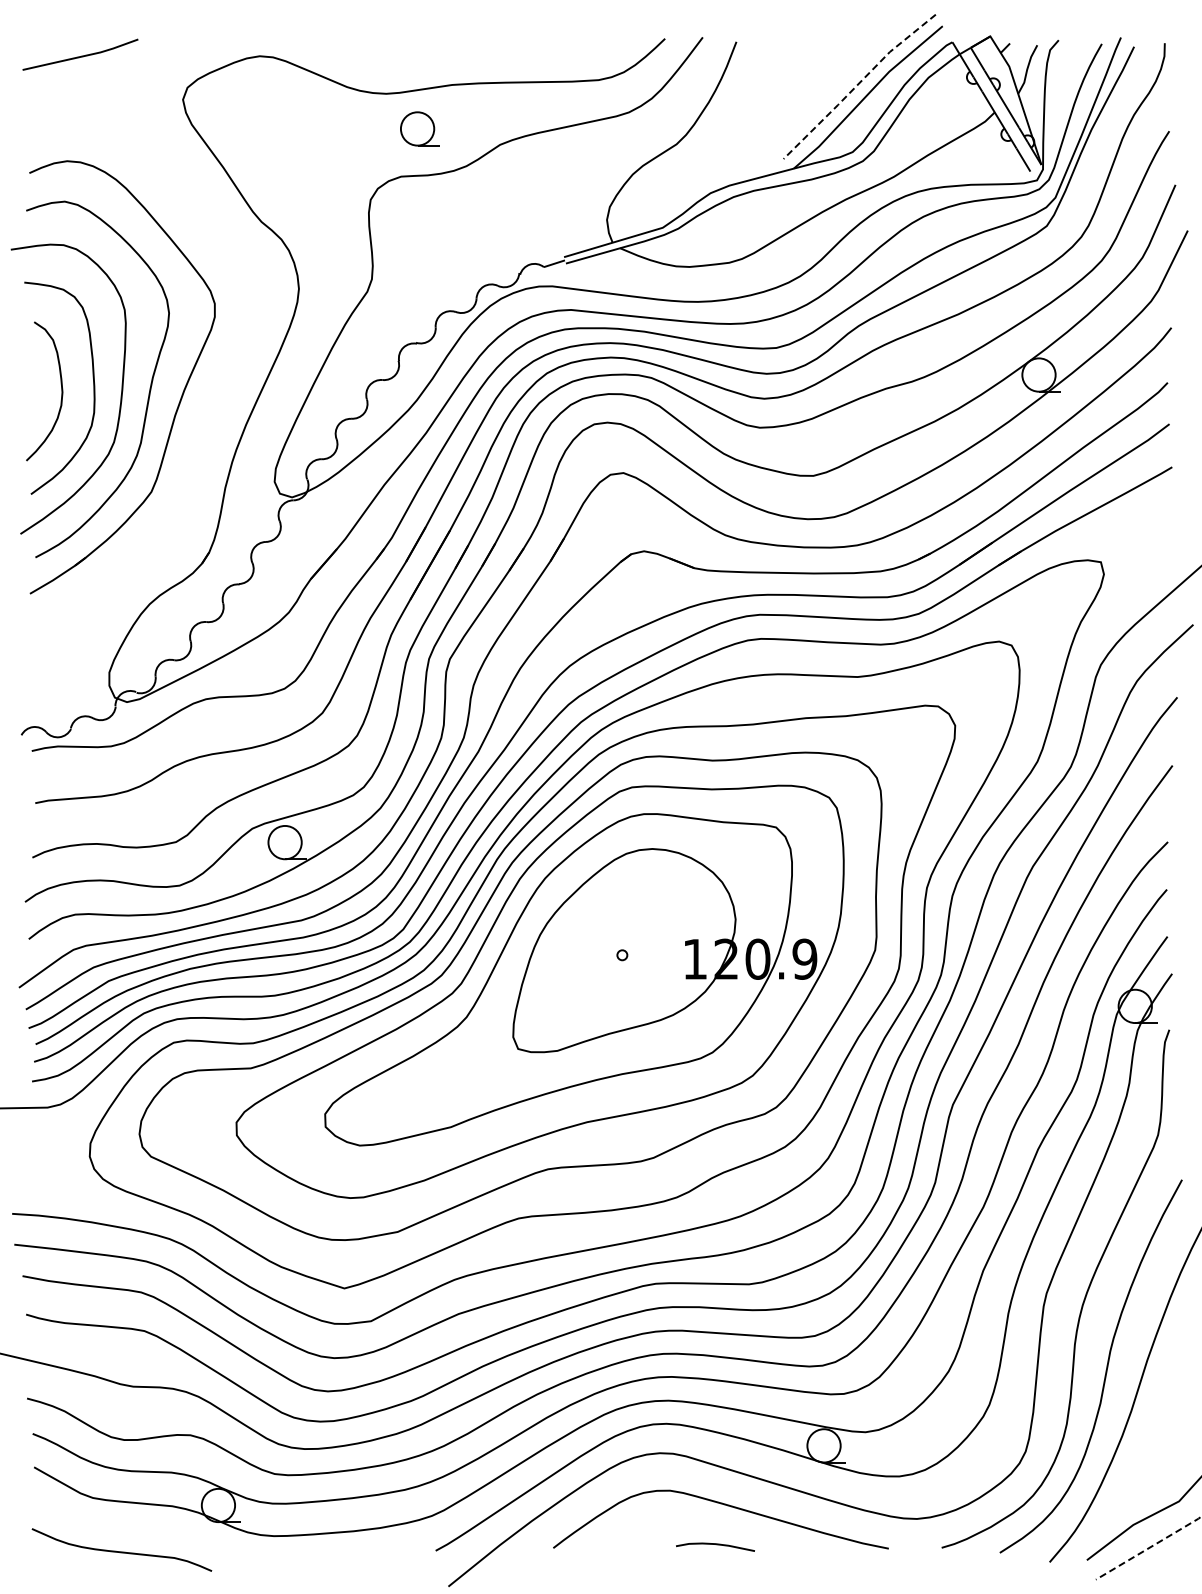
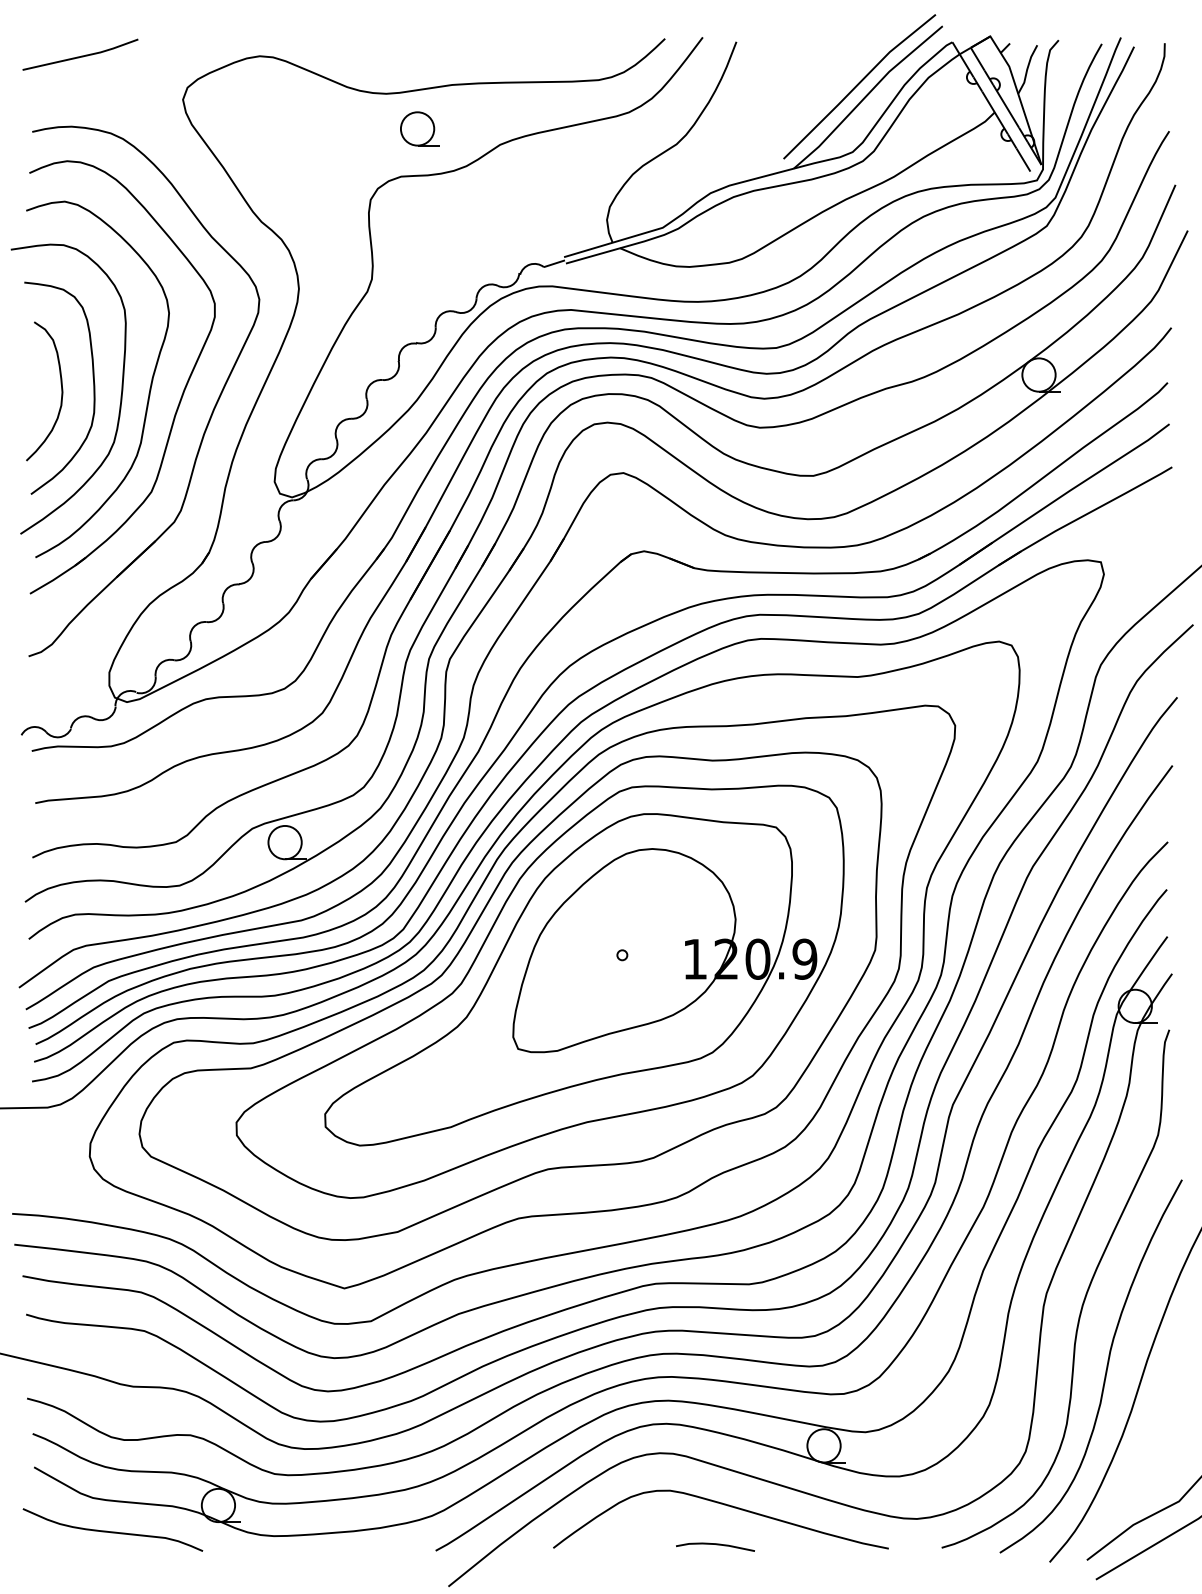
line at (858, 84): dashed -> solid
part at (209, 417): none -> present
line at (1148, 1548): dashed -> solid
curve at (121, 1551) position: (121, 1551) -> (112, 1531)
